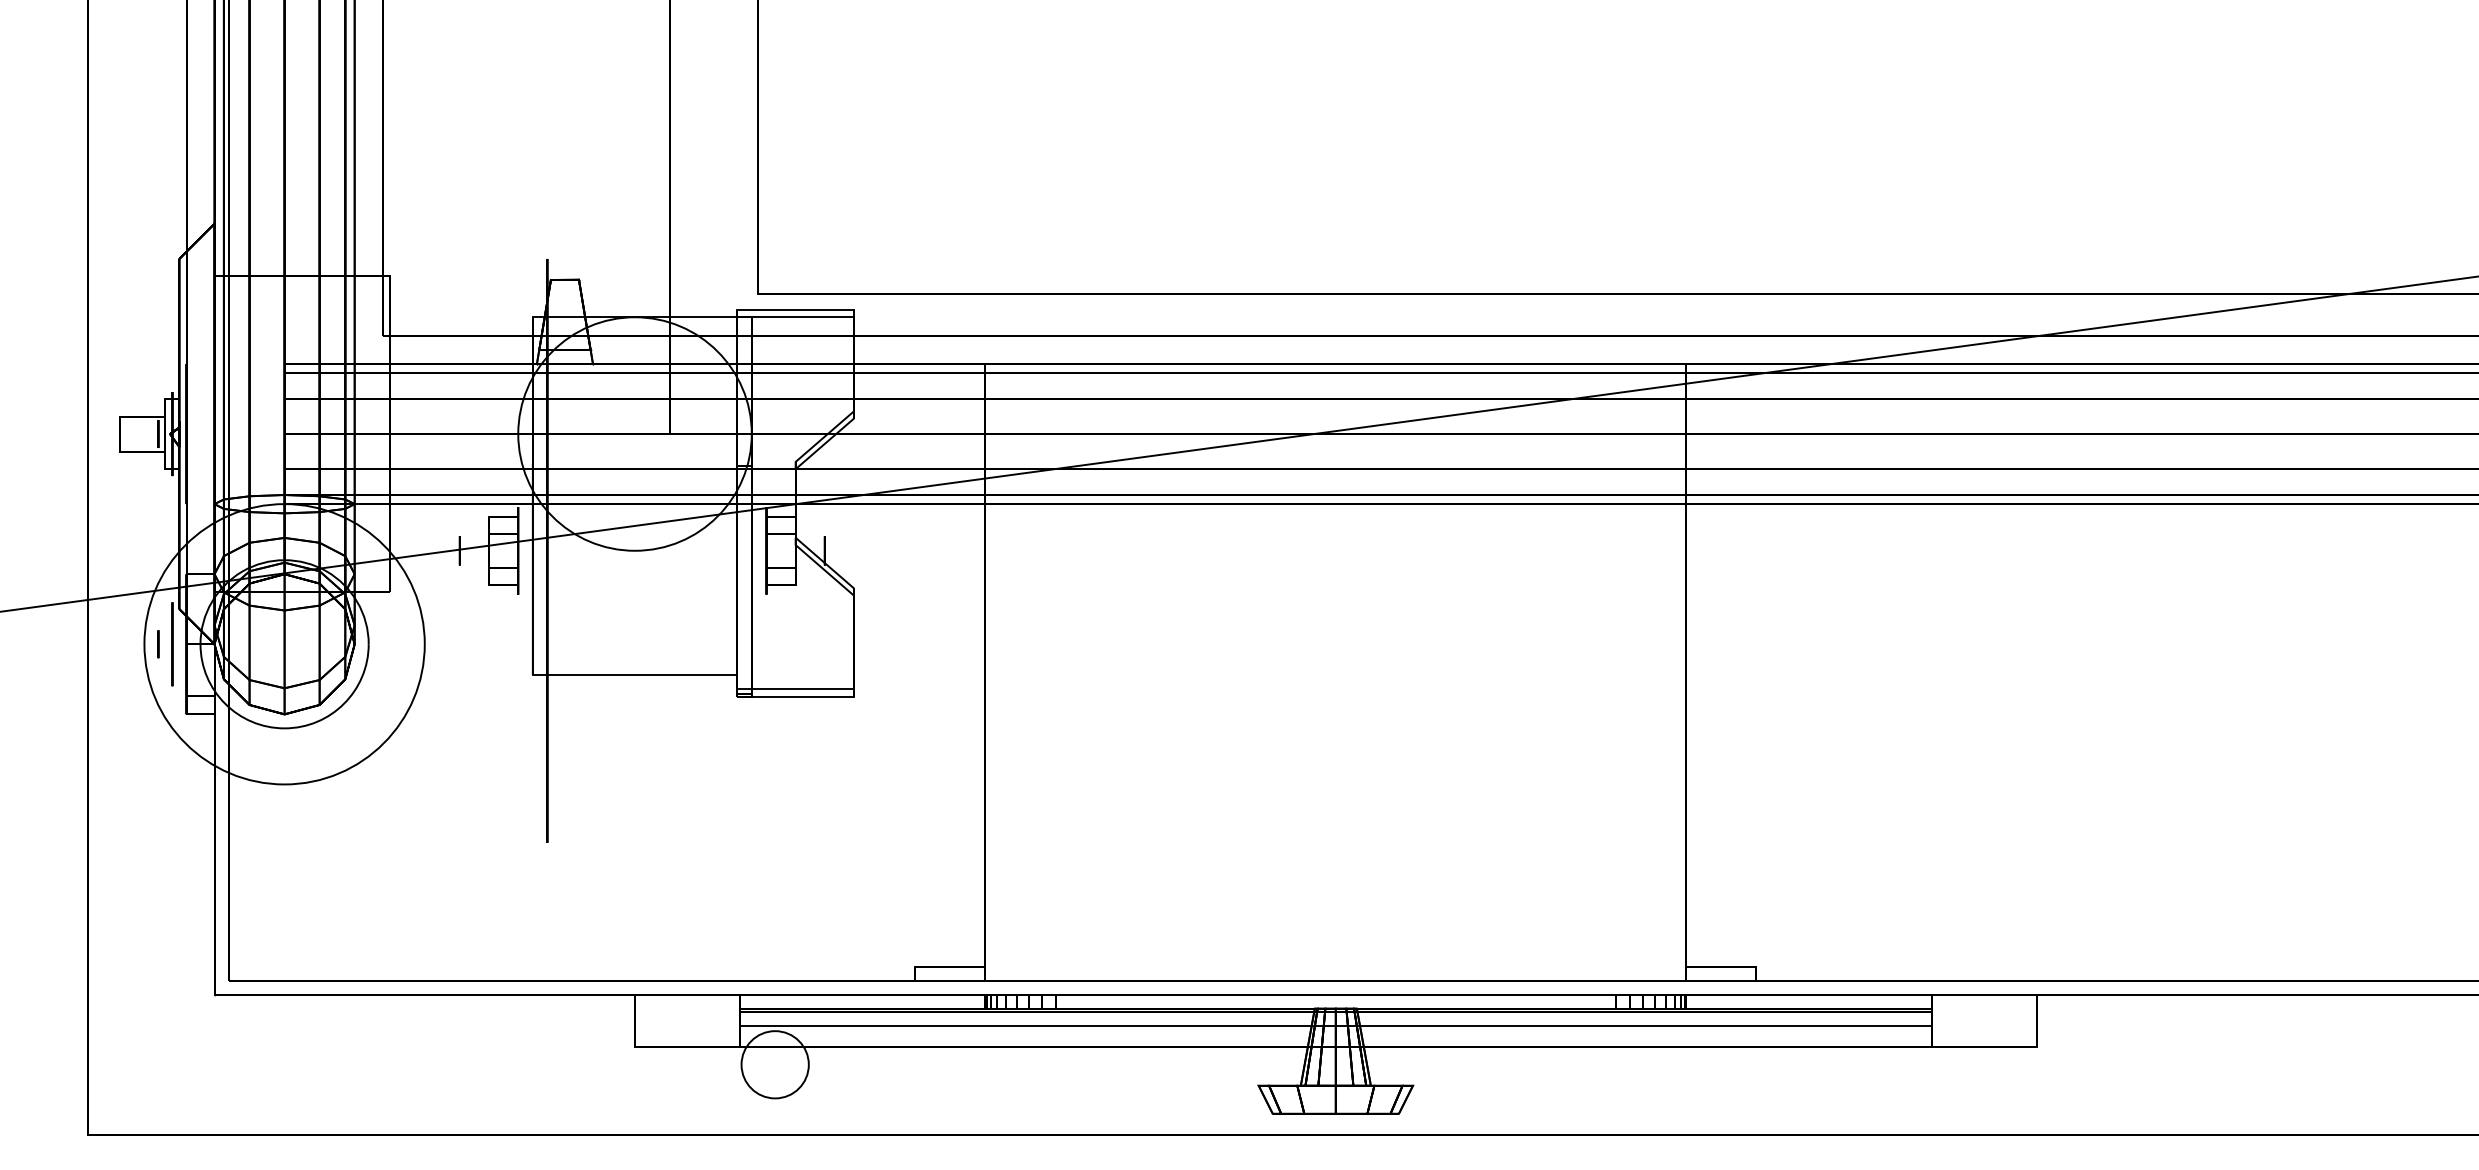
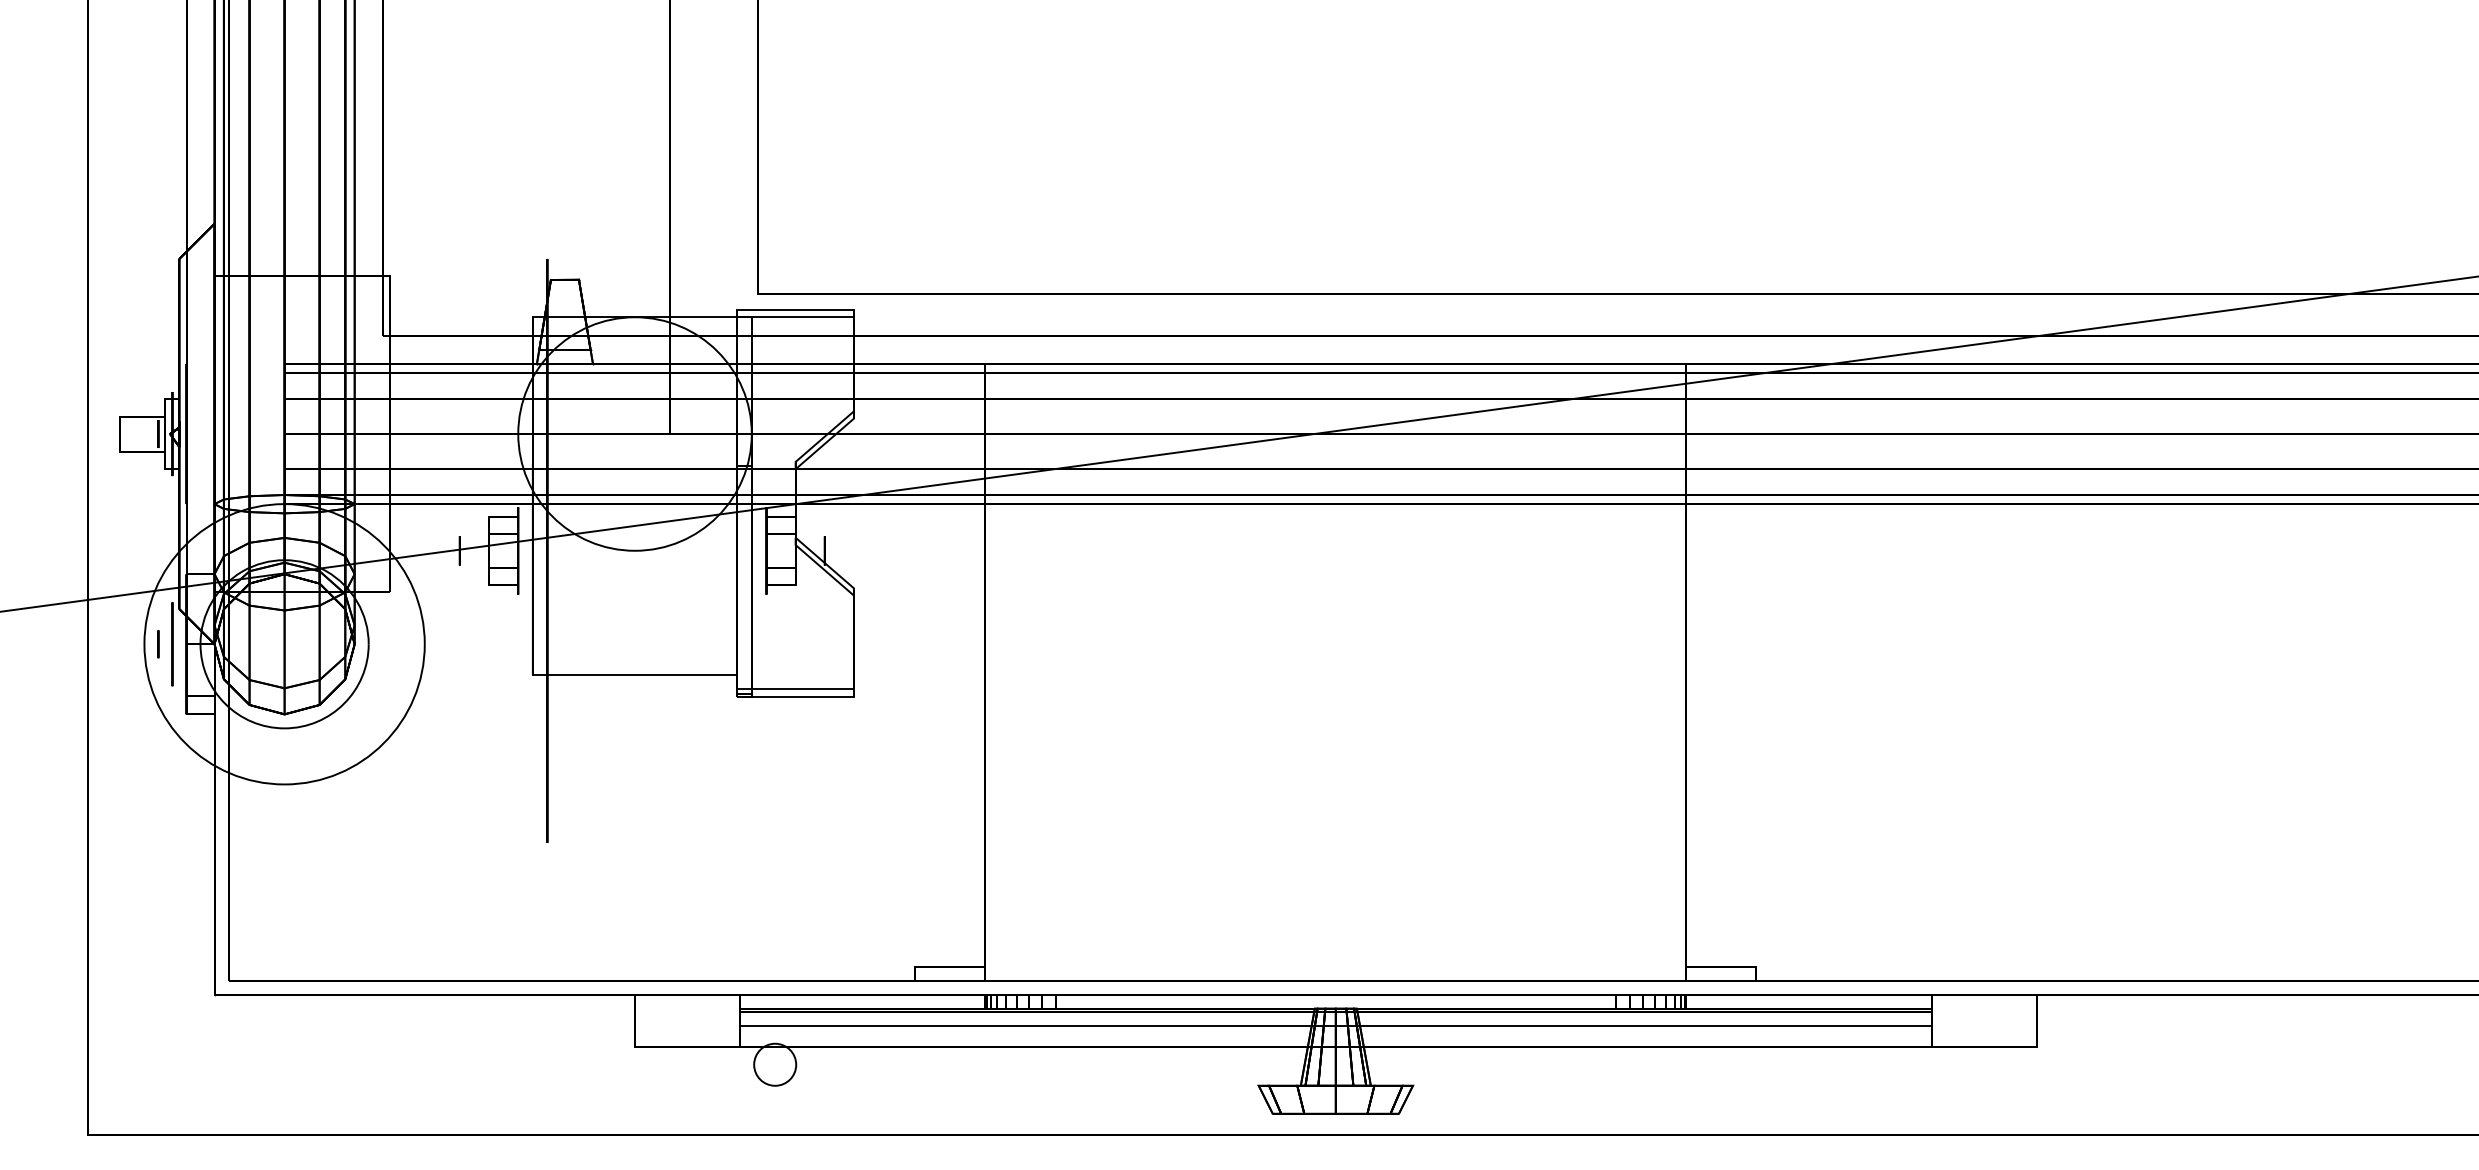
circle at (774, 1064) diameter: 67 px -> 42 px
